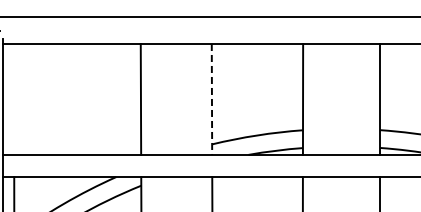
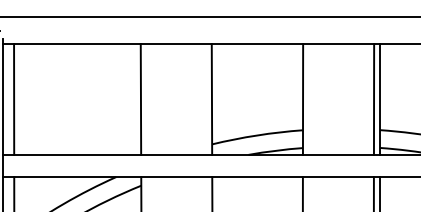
line at (14, 98): none -> present
line at (373, 98): none -> present
line at (211, 99): dashed -> solid
line at (373, 192): none -> present
